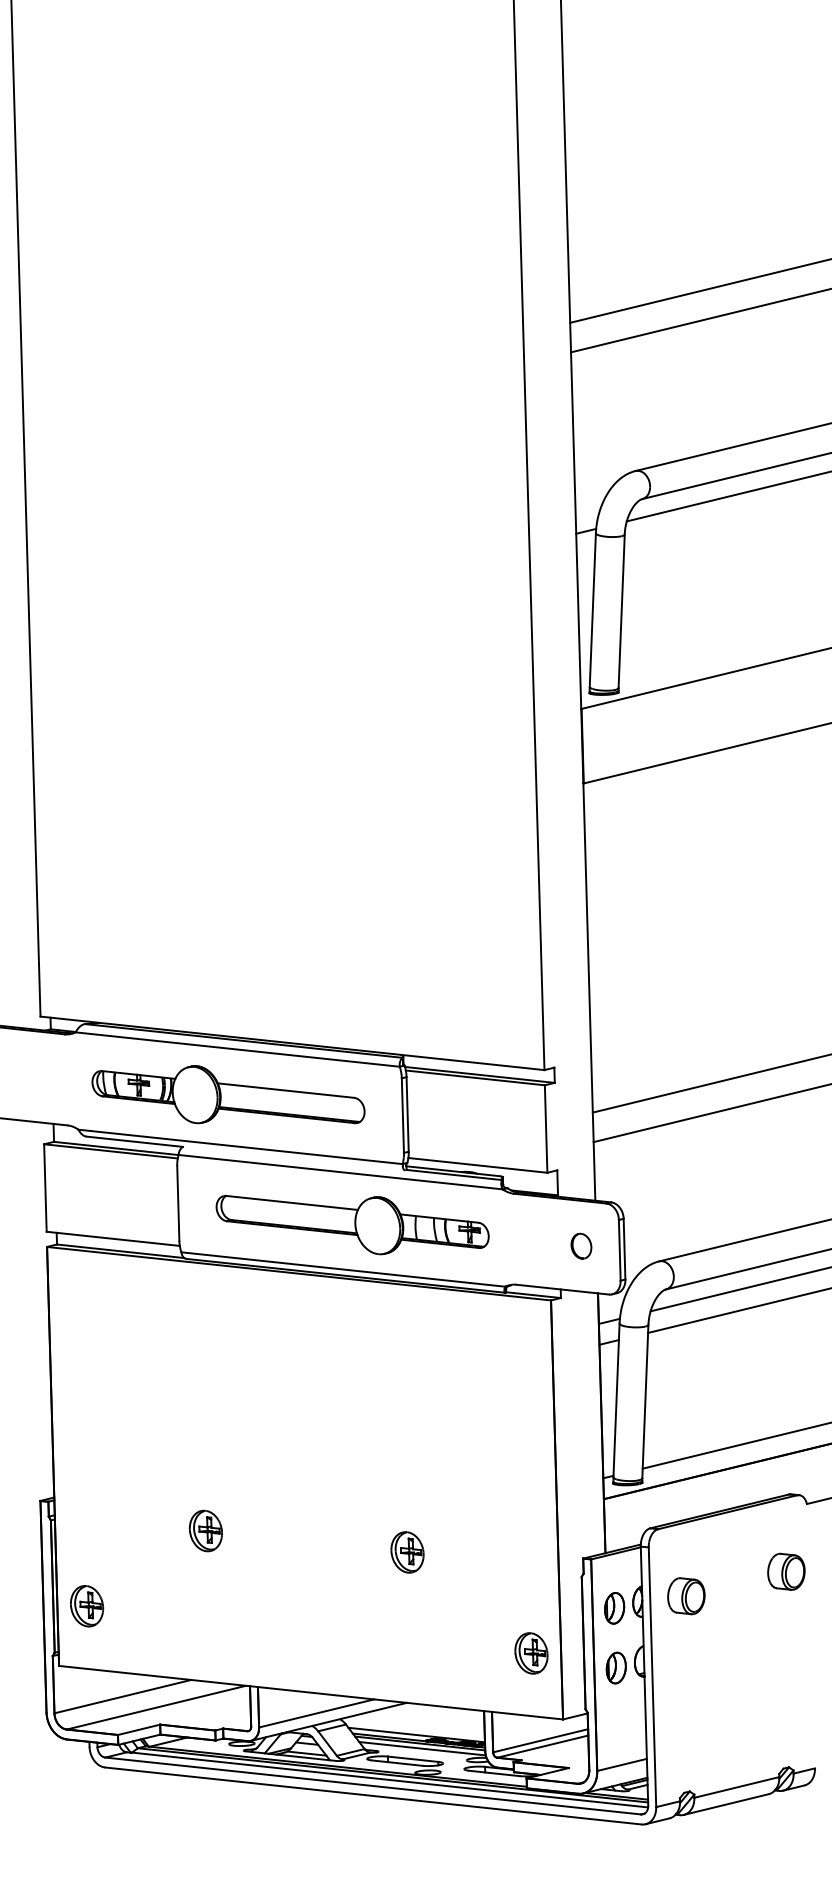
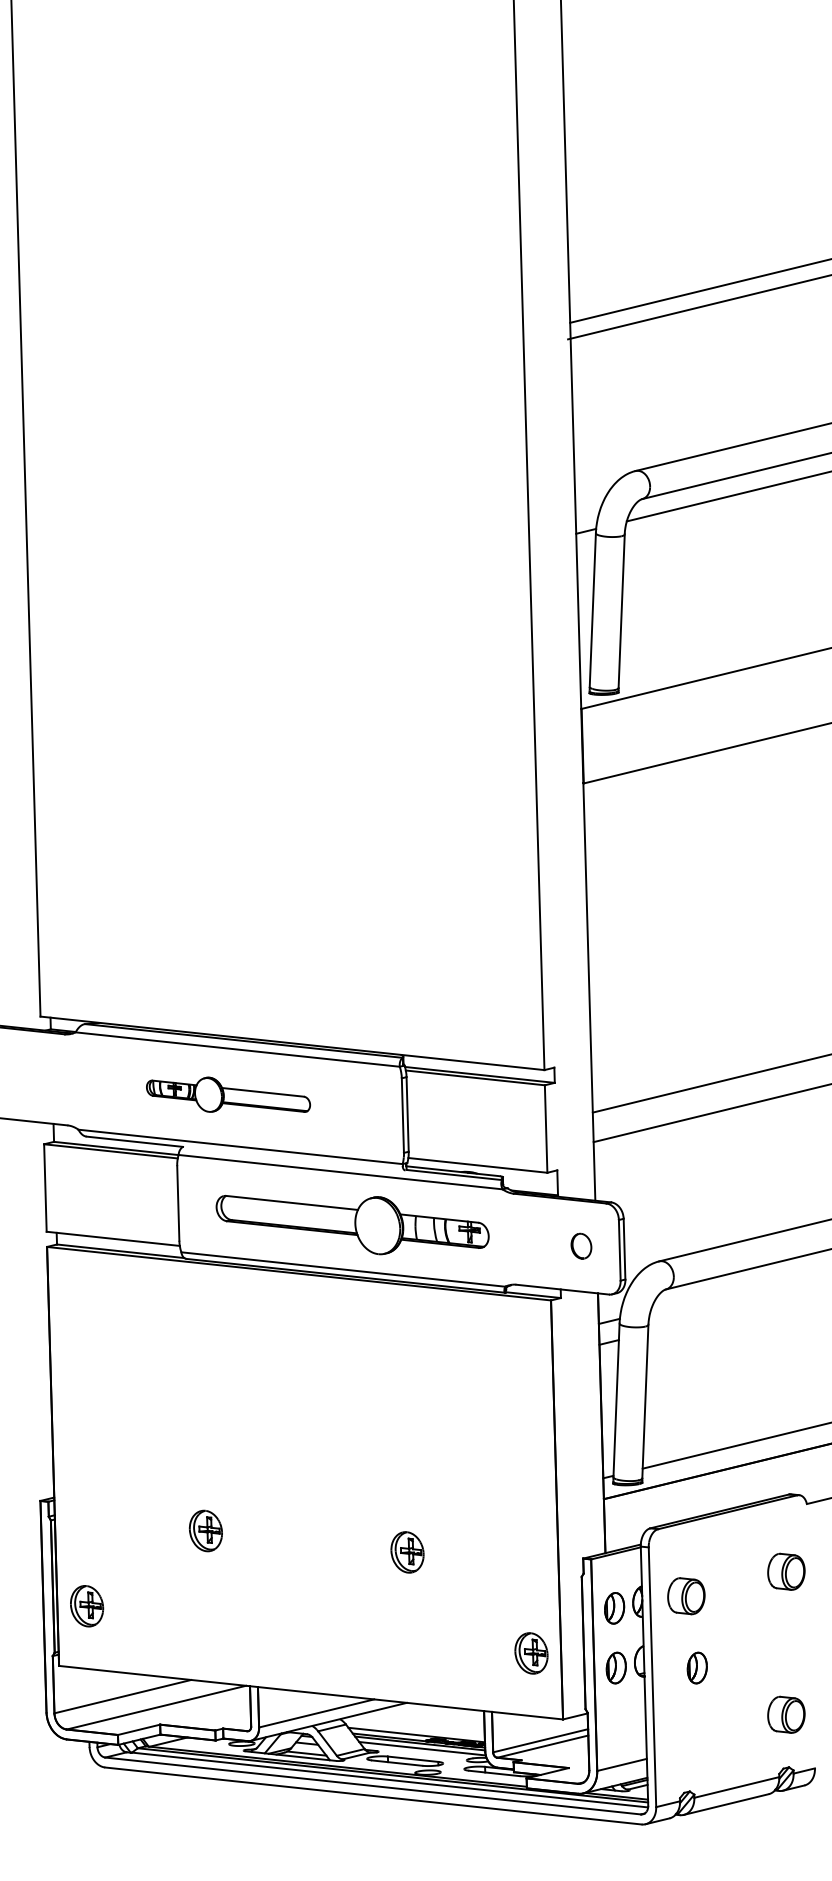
line at (699, 320) position: (699, 320) -> (698, 307)
part at (228, 1094) size: 275x60 px -> 165x37 px
line at (739, 1289): present -> none
line at (738, 1310): present -> none
part at (696, 1667): none -> present
part at (786, 1714): none -> present
